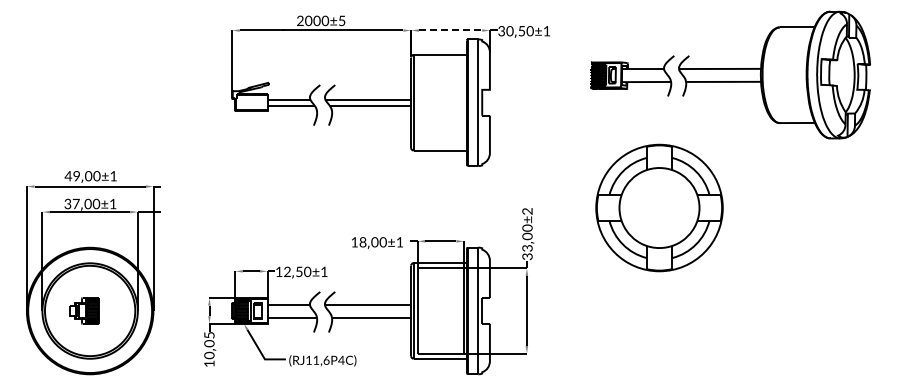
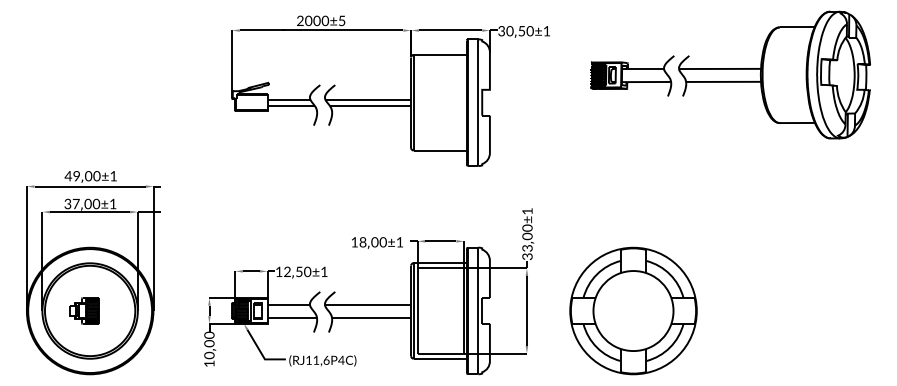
line at (450, 30): dashed -> solid
part at (659, 207) position: (659, 207) -> (633, 310)
text at (527, 211): 00±2 -> 00±1
text at (209, 334): 05 -> 00
